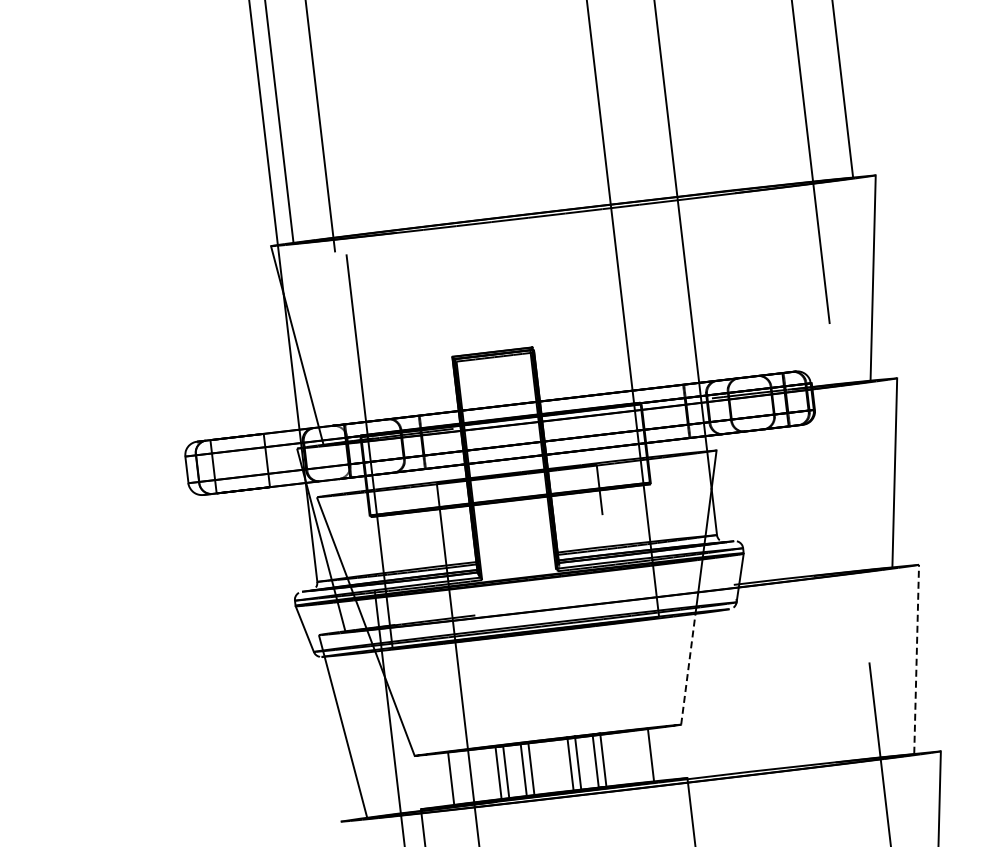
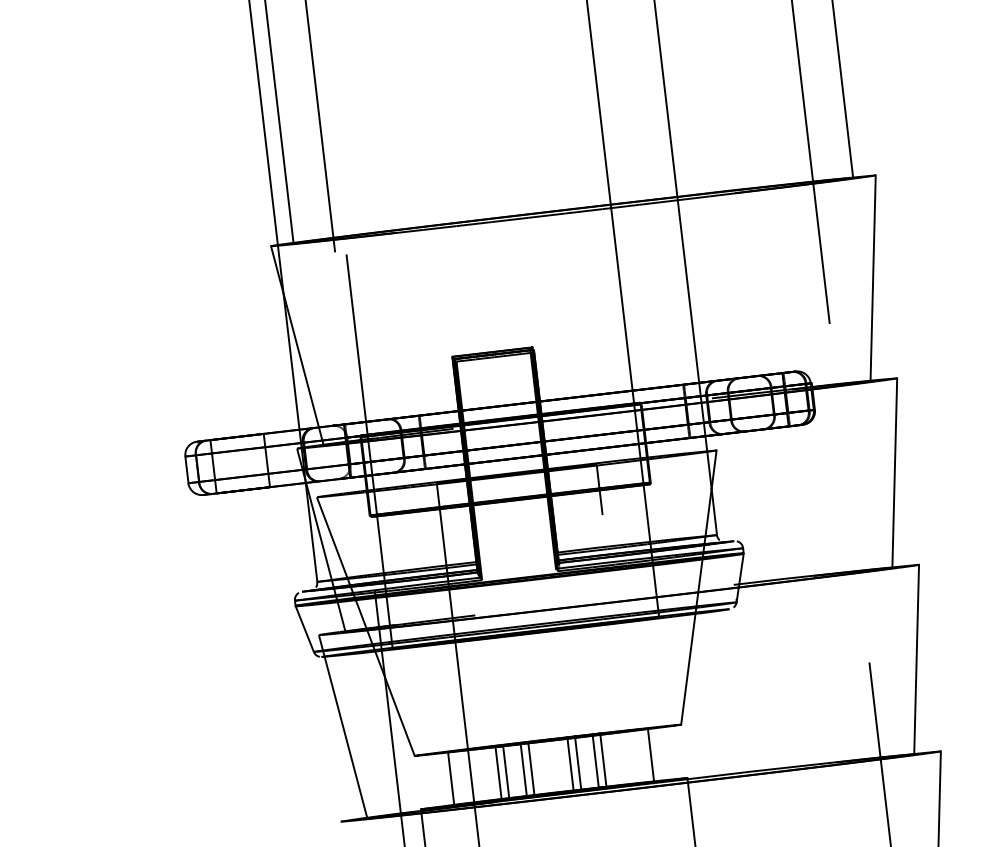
line at (916, 658): dashed -> solid
line at (688, 668): dashed -> solid
